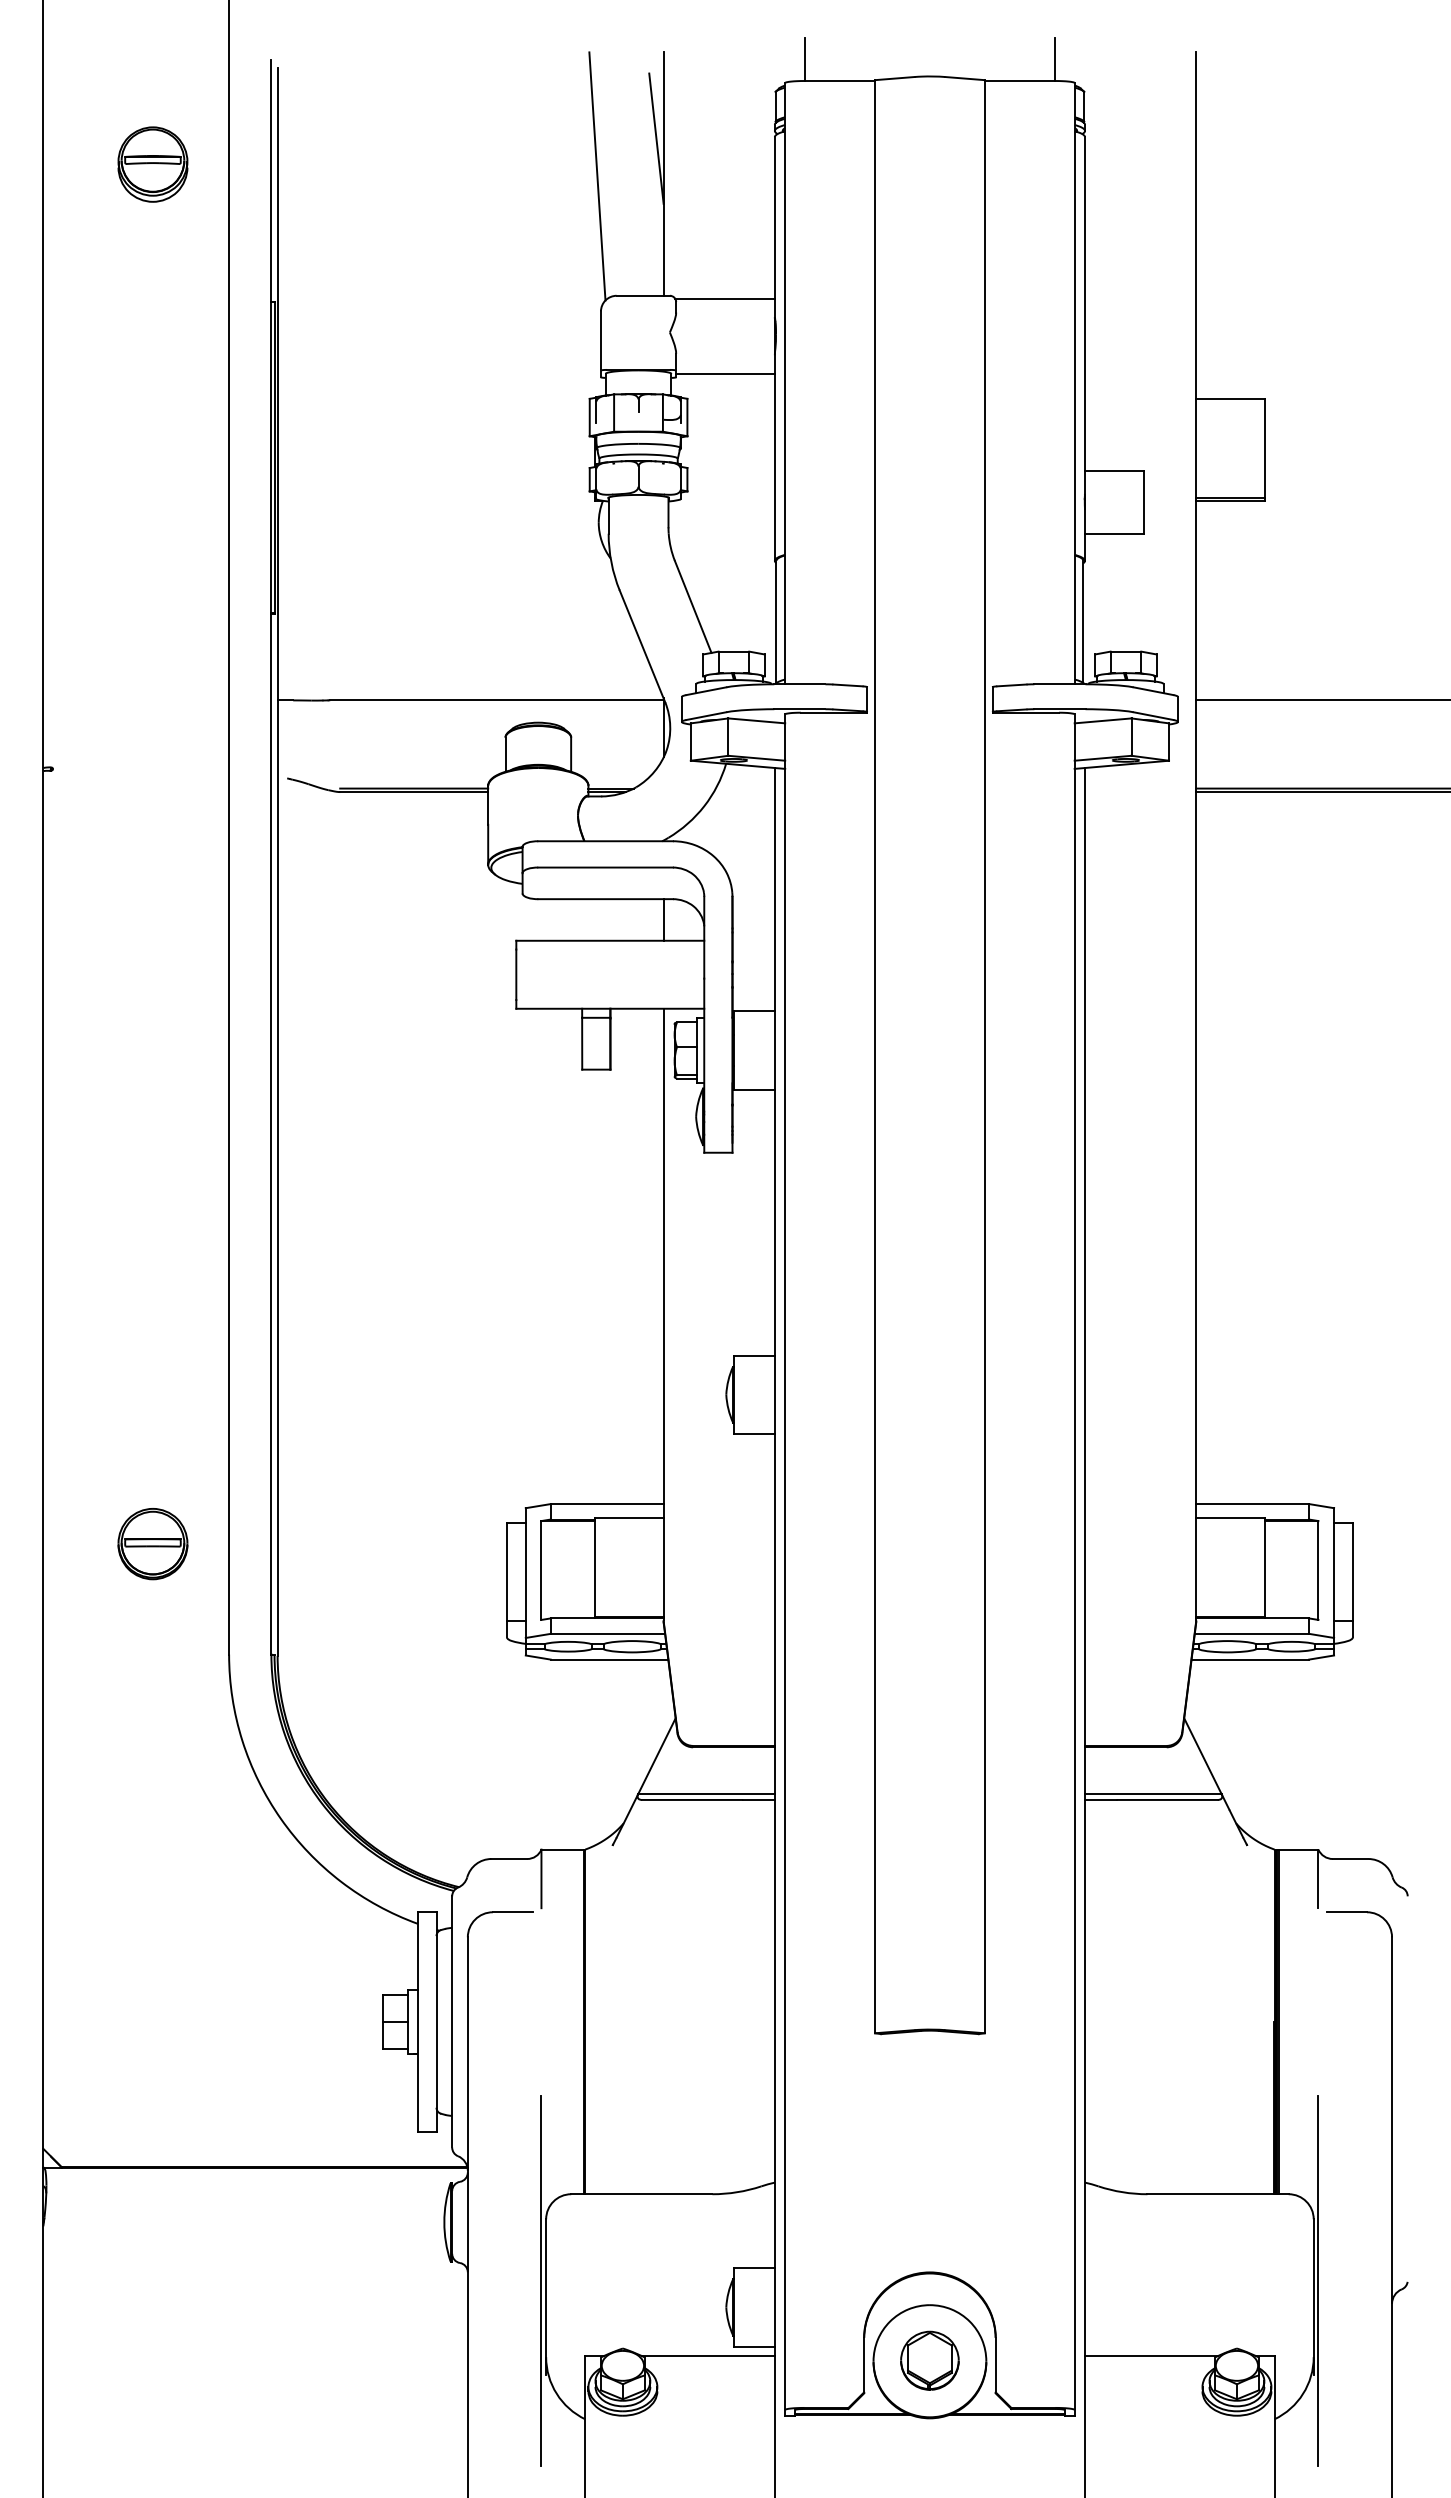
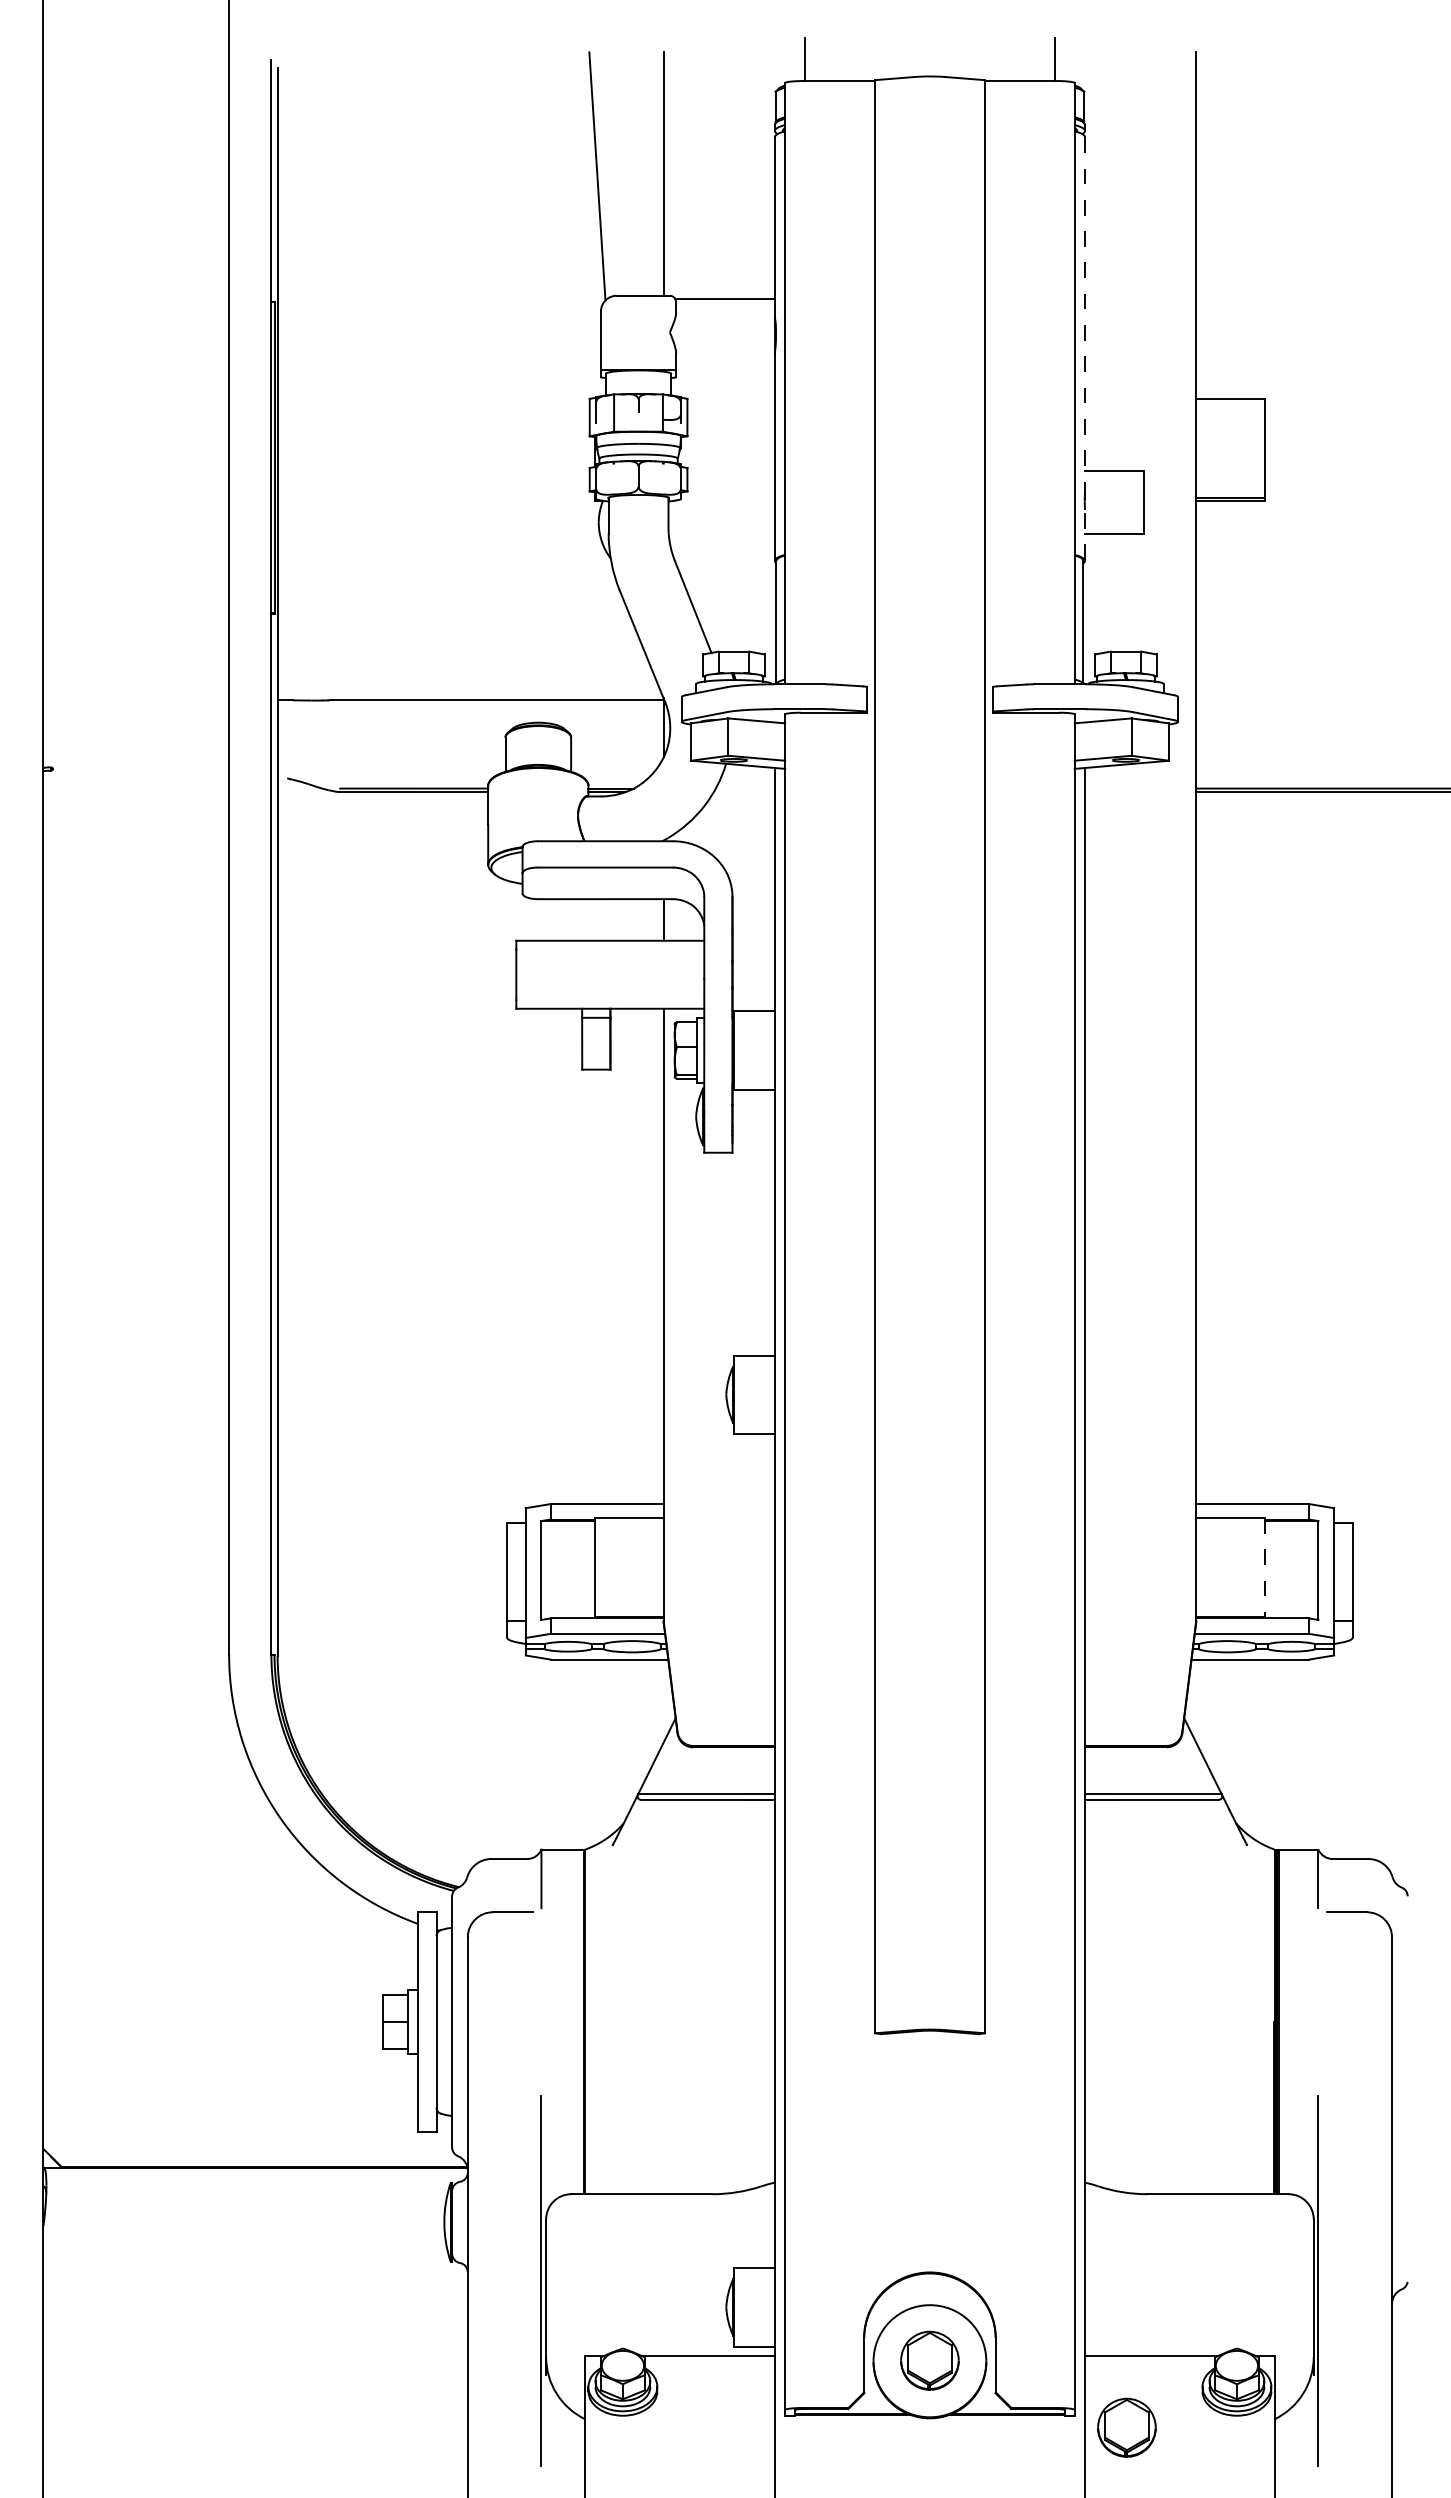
line at (656, 138): present -> none
part at (152, 164): present -> none
line at (1085, 349): solid -> dashed
line at (725, 374): present -> none
line at (1321, 700): present -> none
part at (152, 1544): present -> none
line at (1265, 1568): solid -> dashed
part at (1126, 2427): none -> present
